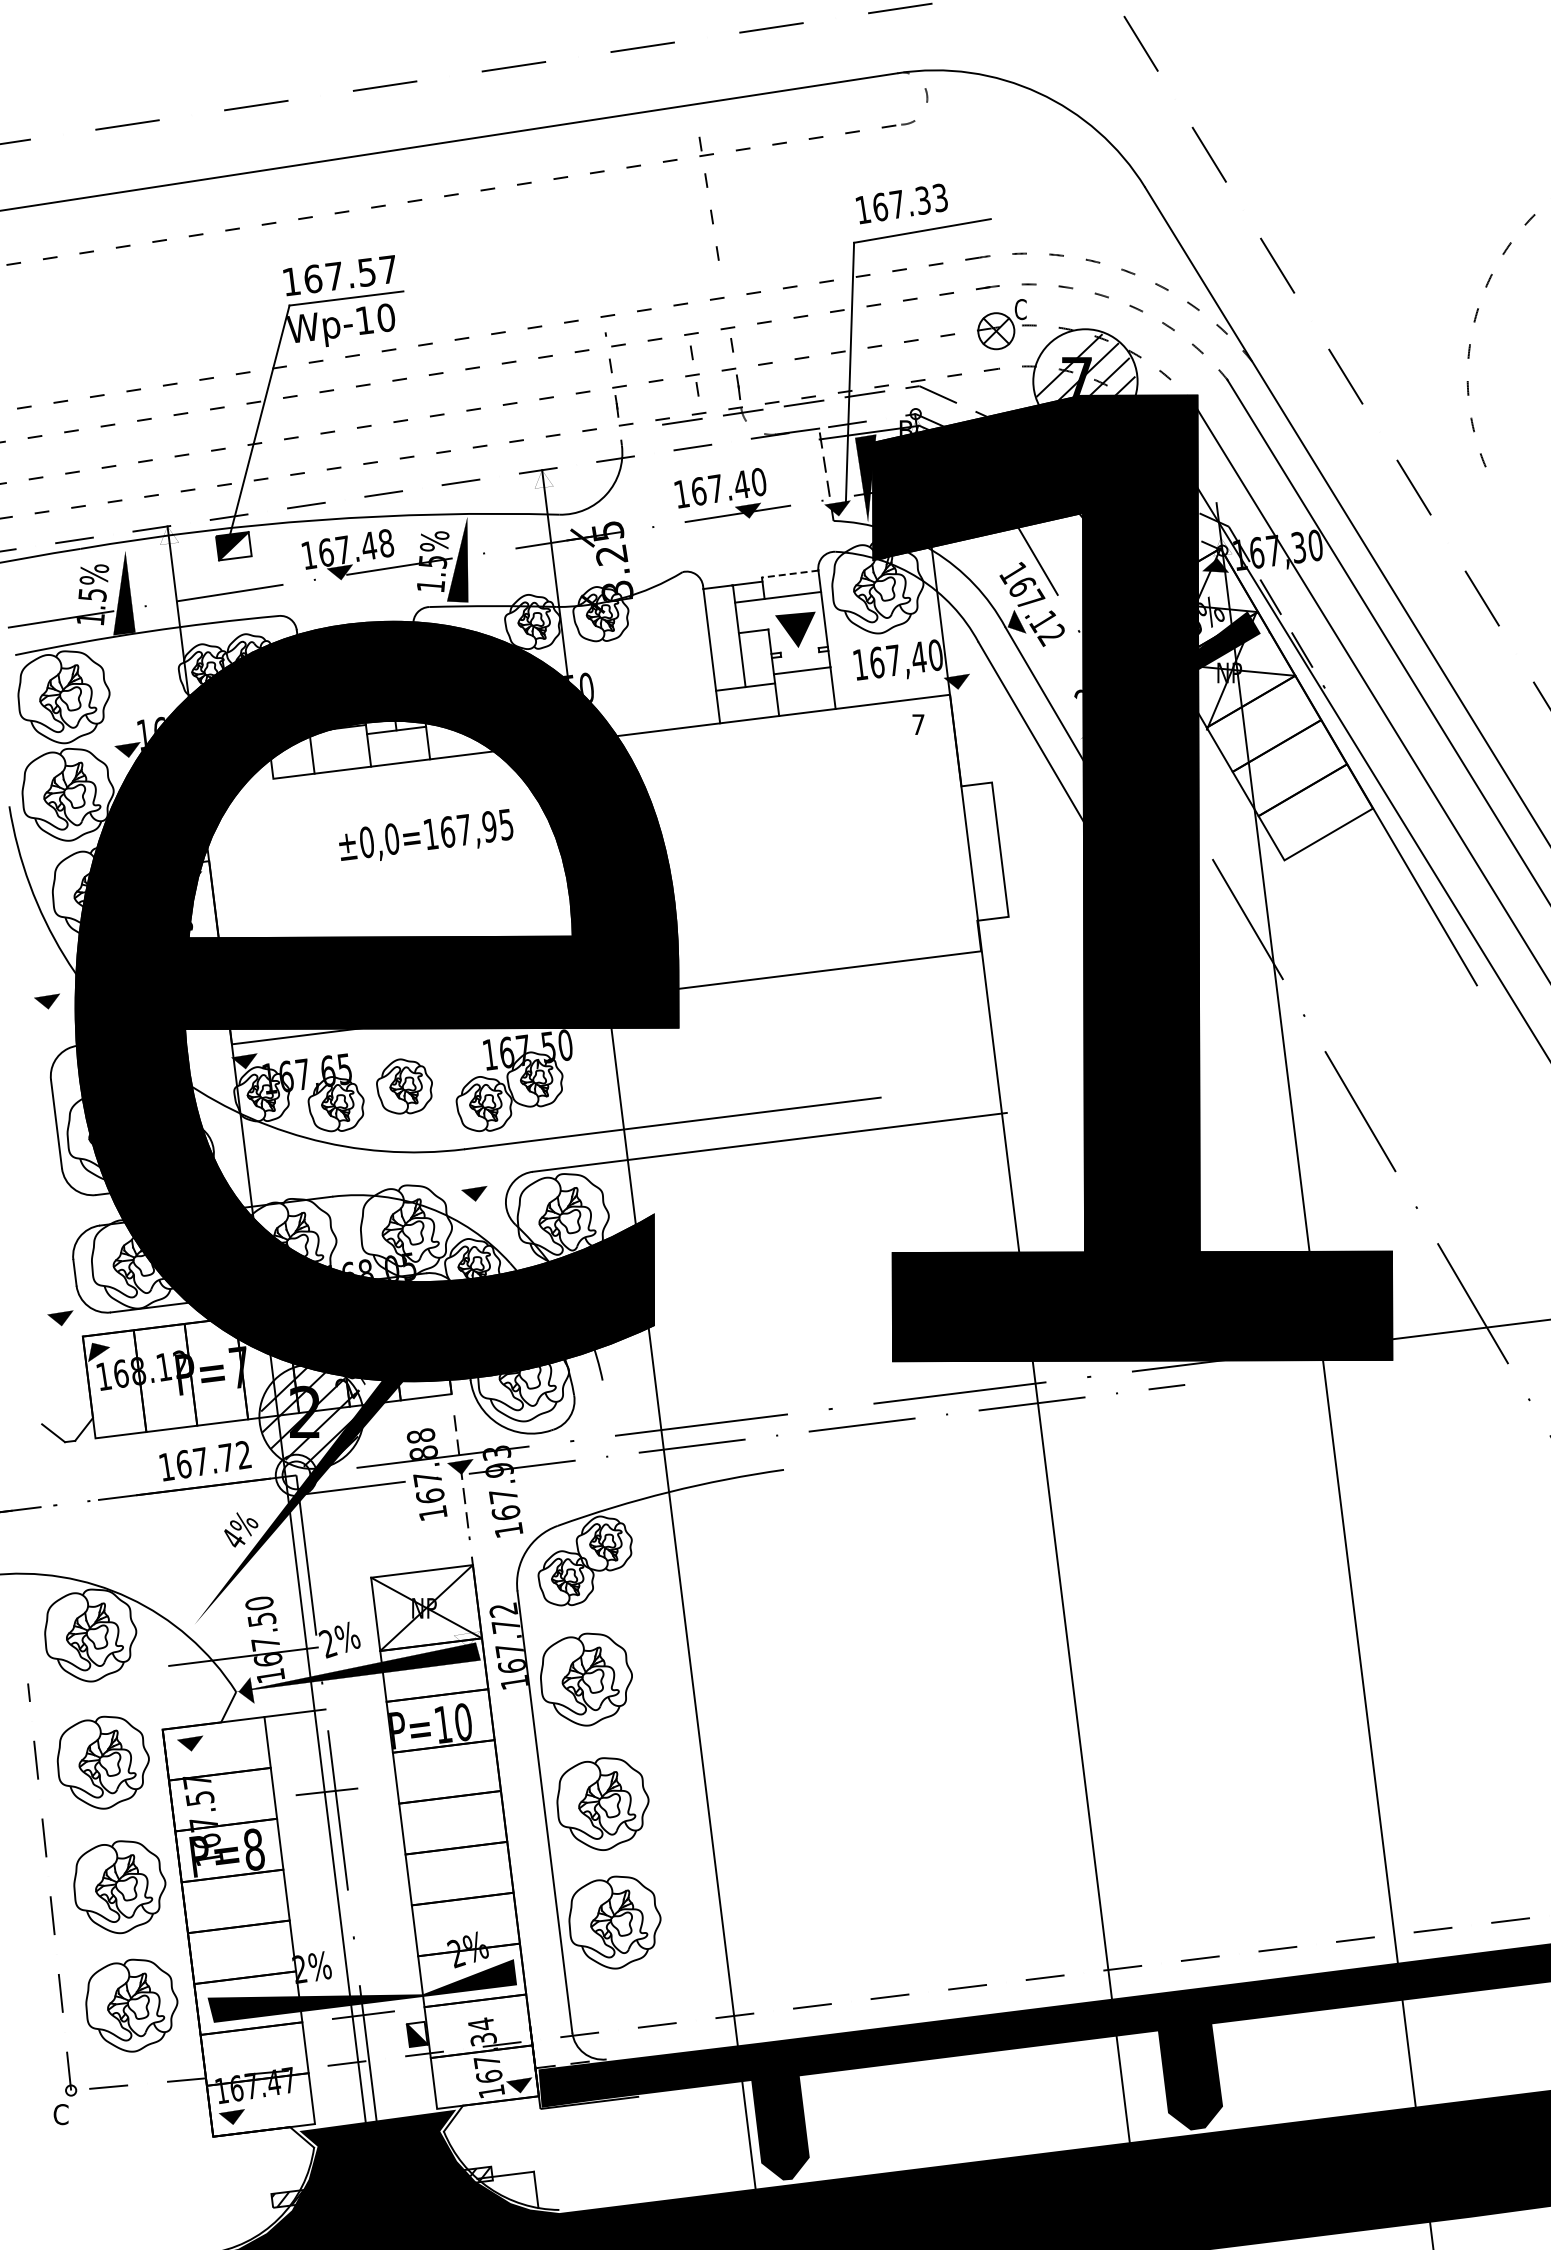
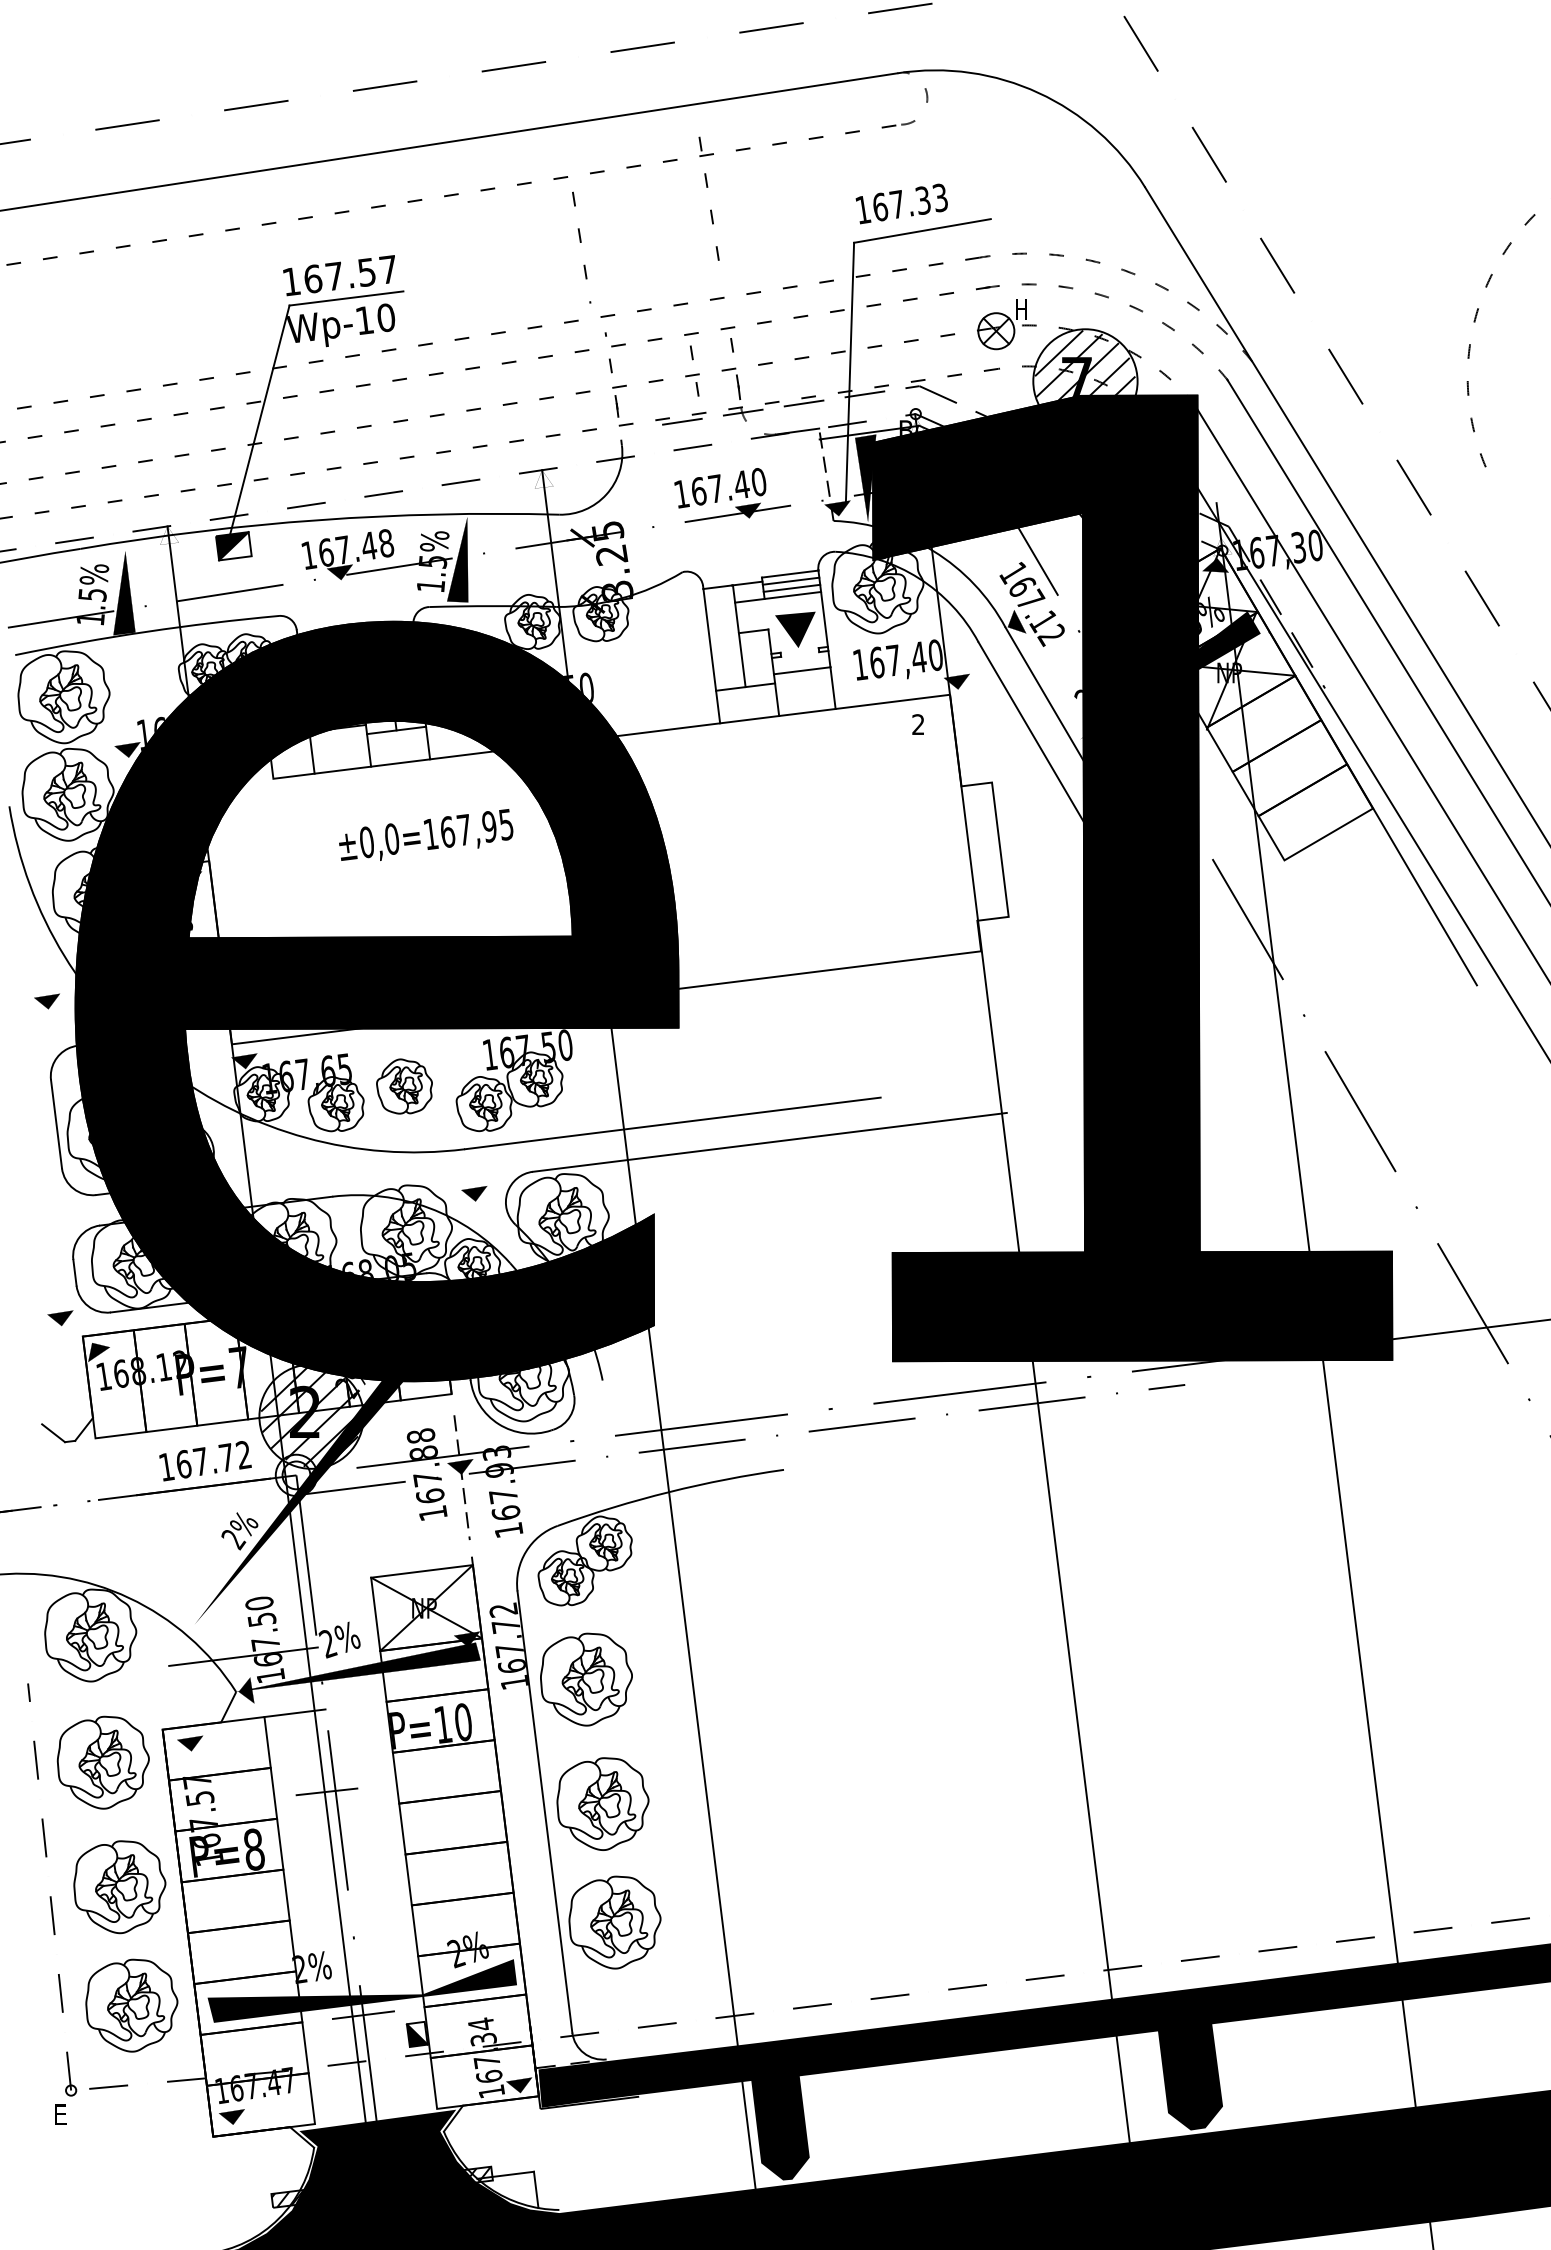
line at (581, 242): none -> present
text at (1020, 309): C -> H
line at (1058, 353): none -> present
line at (789, 574): dashed -> solid
line at (790, 580): none -> present
line at (791, 587): none -> present
text at (918, 724): 7 -> 2
text at (233, 1539): 4% -> 2%
fill at (467, 1639): none -> present
text at (60, 2114): C -> E
